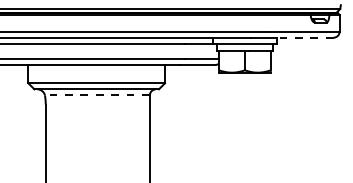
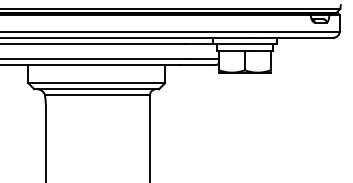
line at (304, 37): dashed -> solid
line at (96, 95): dashed -> solid
